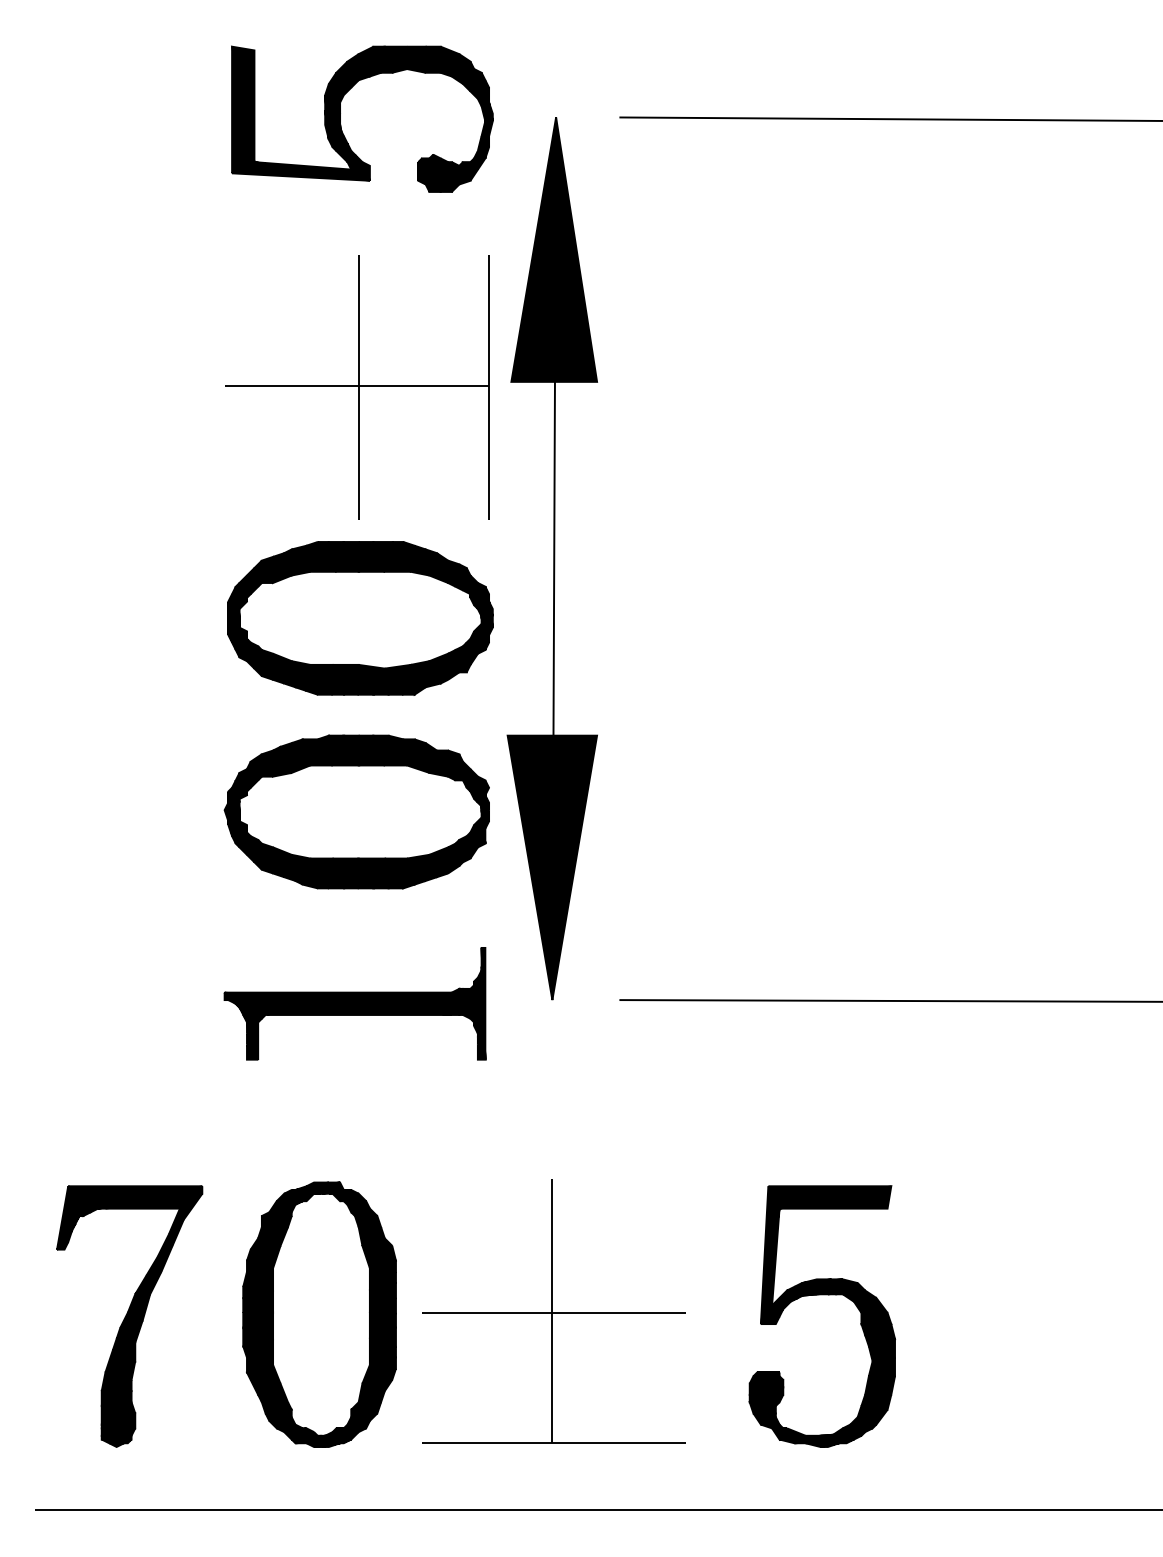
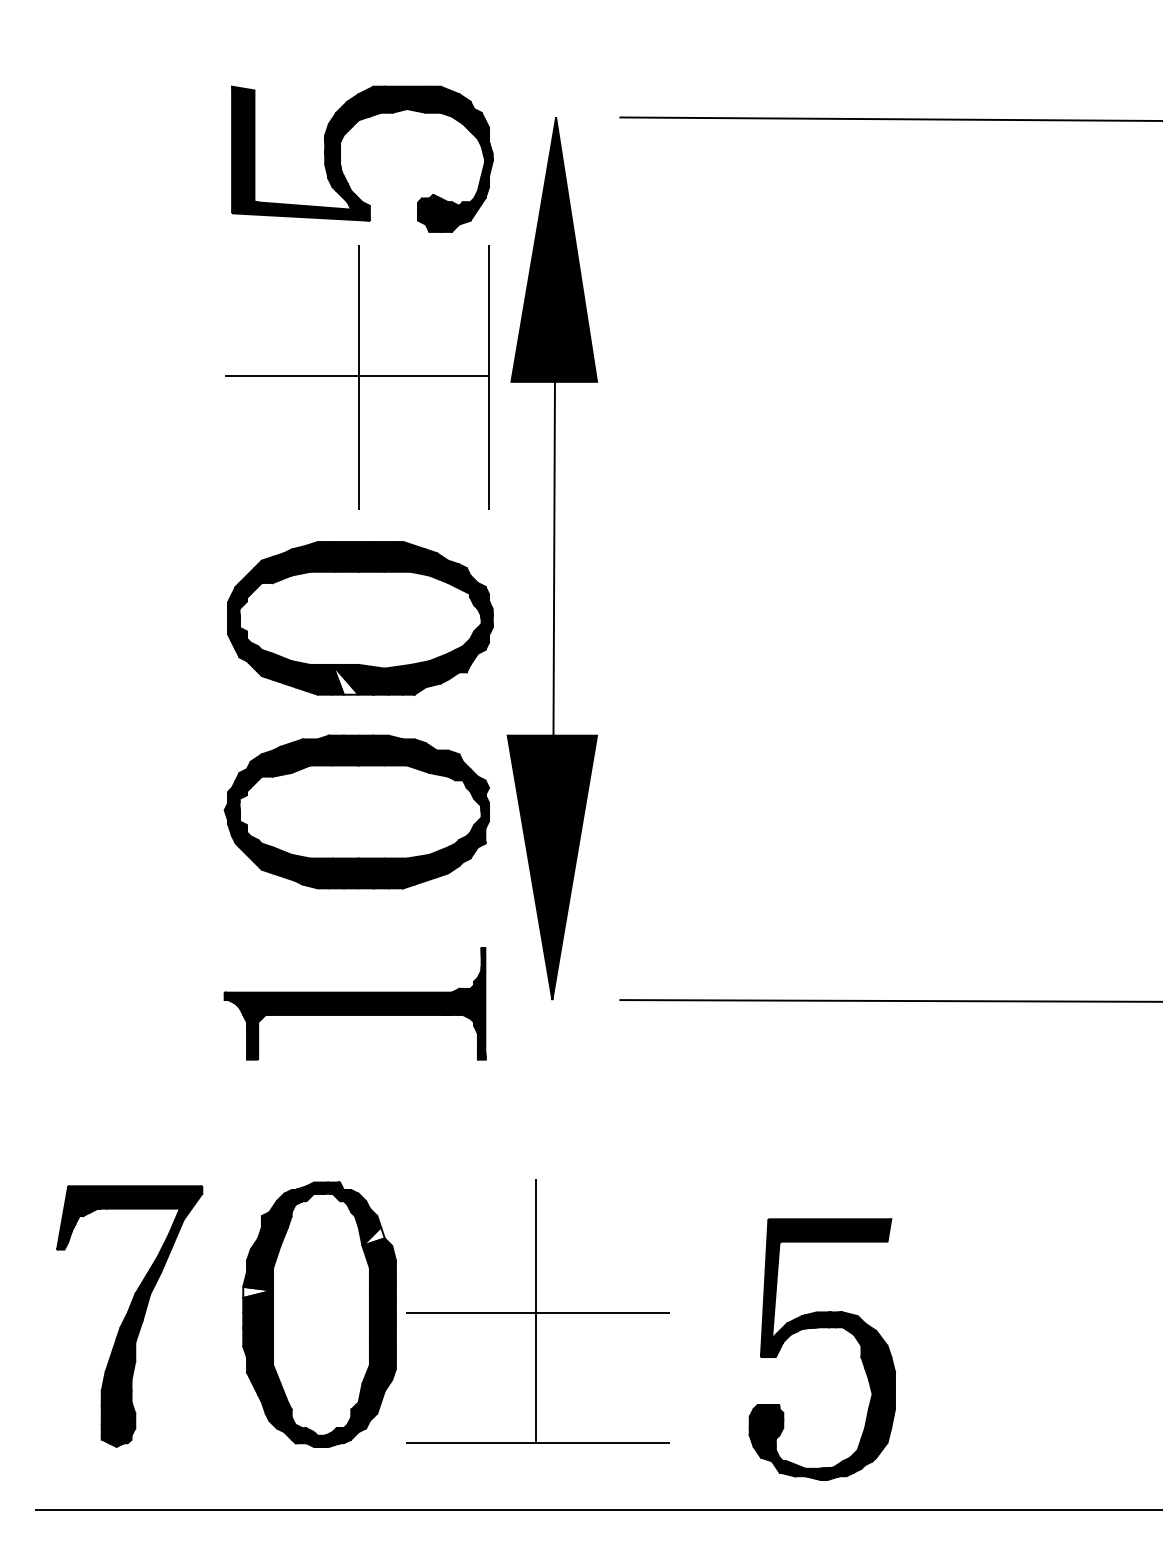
part at (341, 124) position: (341, 124) -> (341, 164)
part at (357, 387) position: (357, 387) -> (357, 377)
fill at (345, 679): present -> none
fill at (373, 1236): present -> none
fill at (258, 1292): present -> none
part at (822, 1295) position: (822, 1295) -> (822, 1328)
part at (553, 1311) position: (553, 1311) -> (537, 1311)
